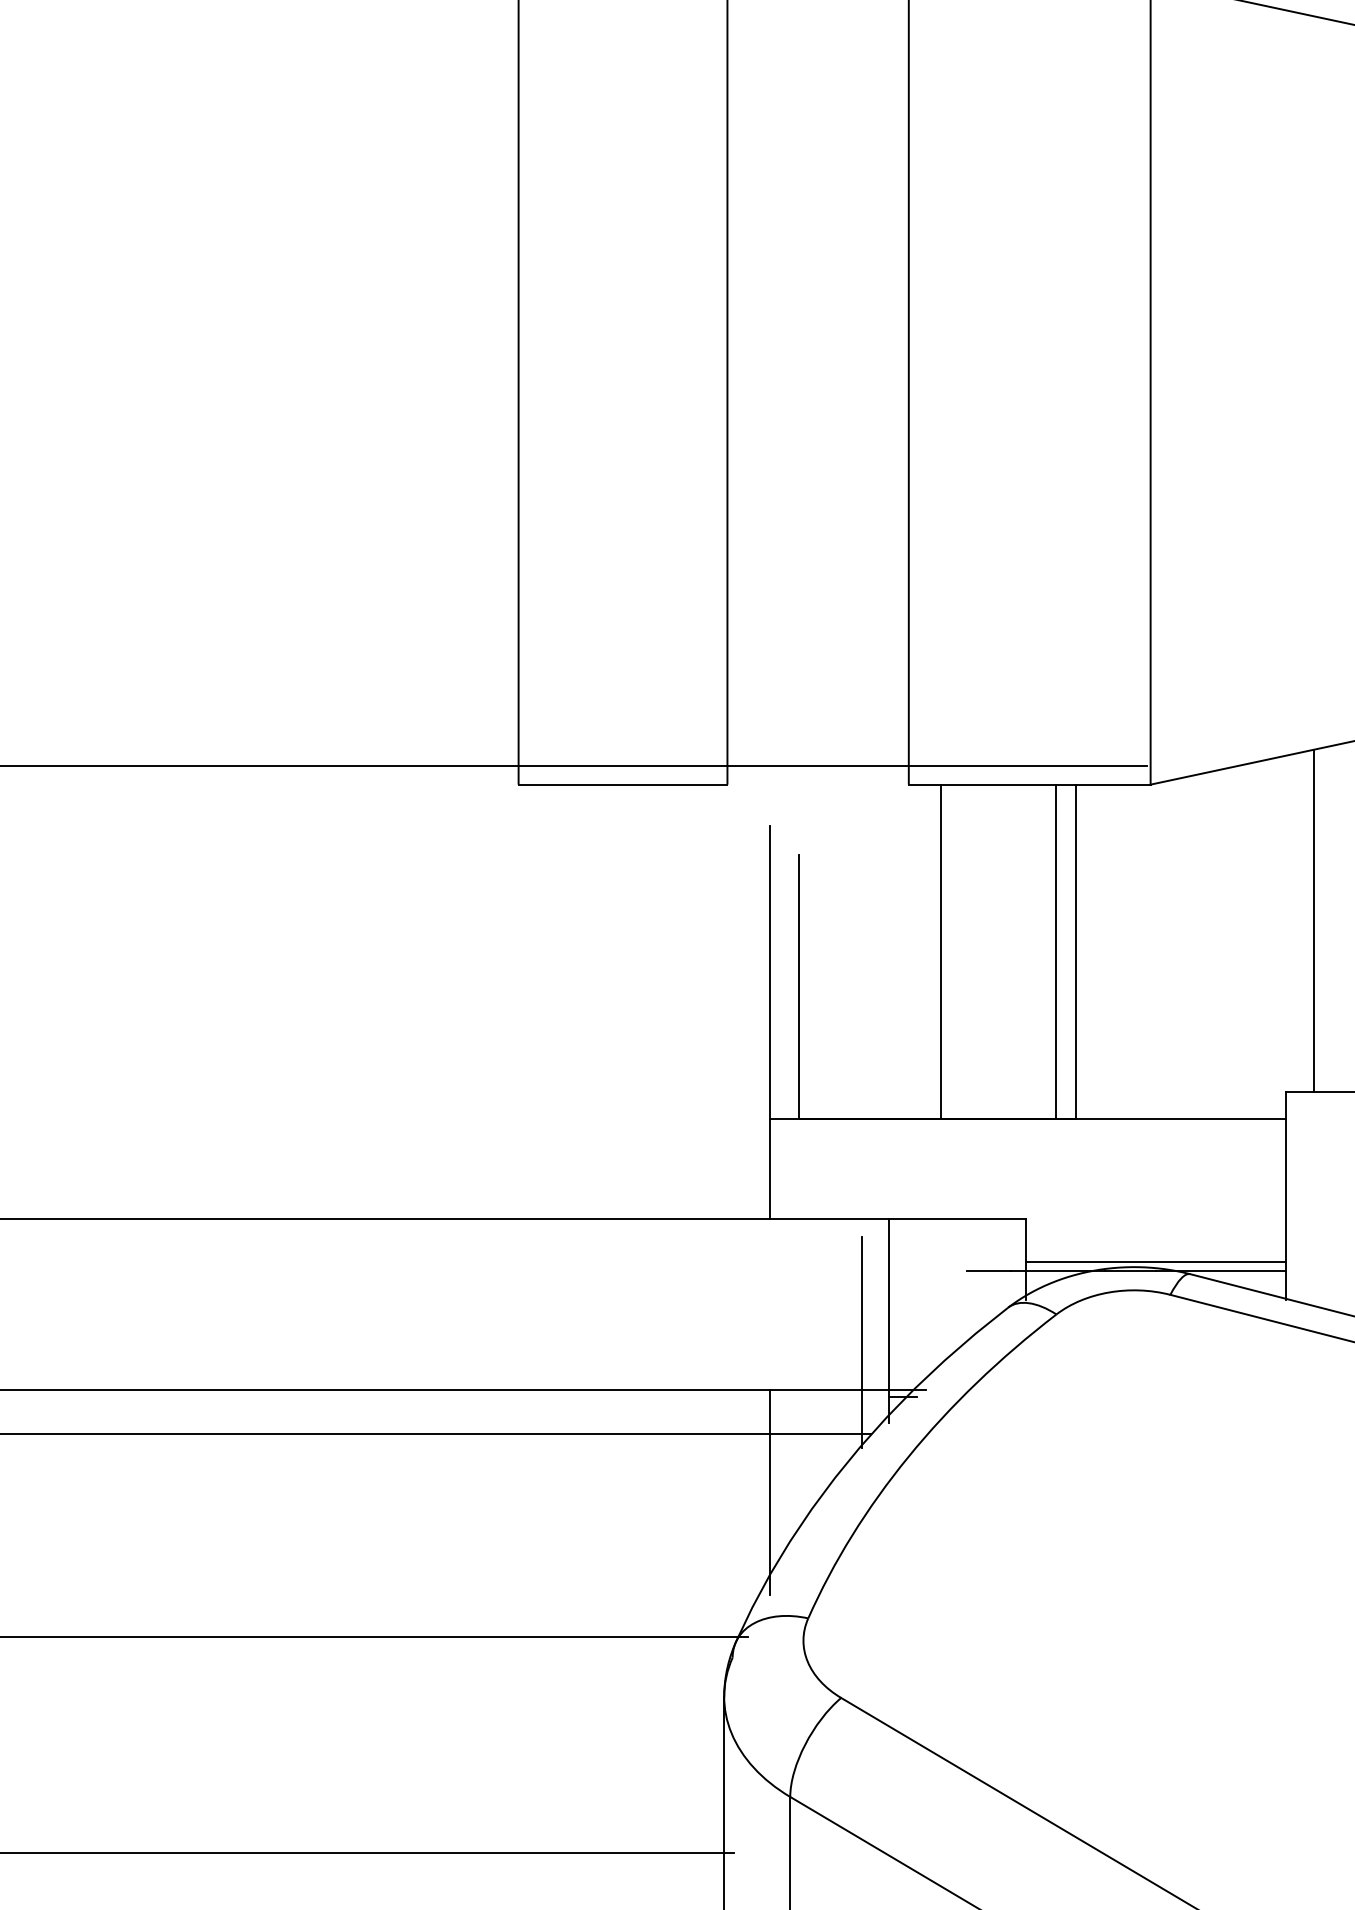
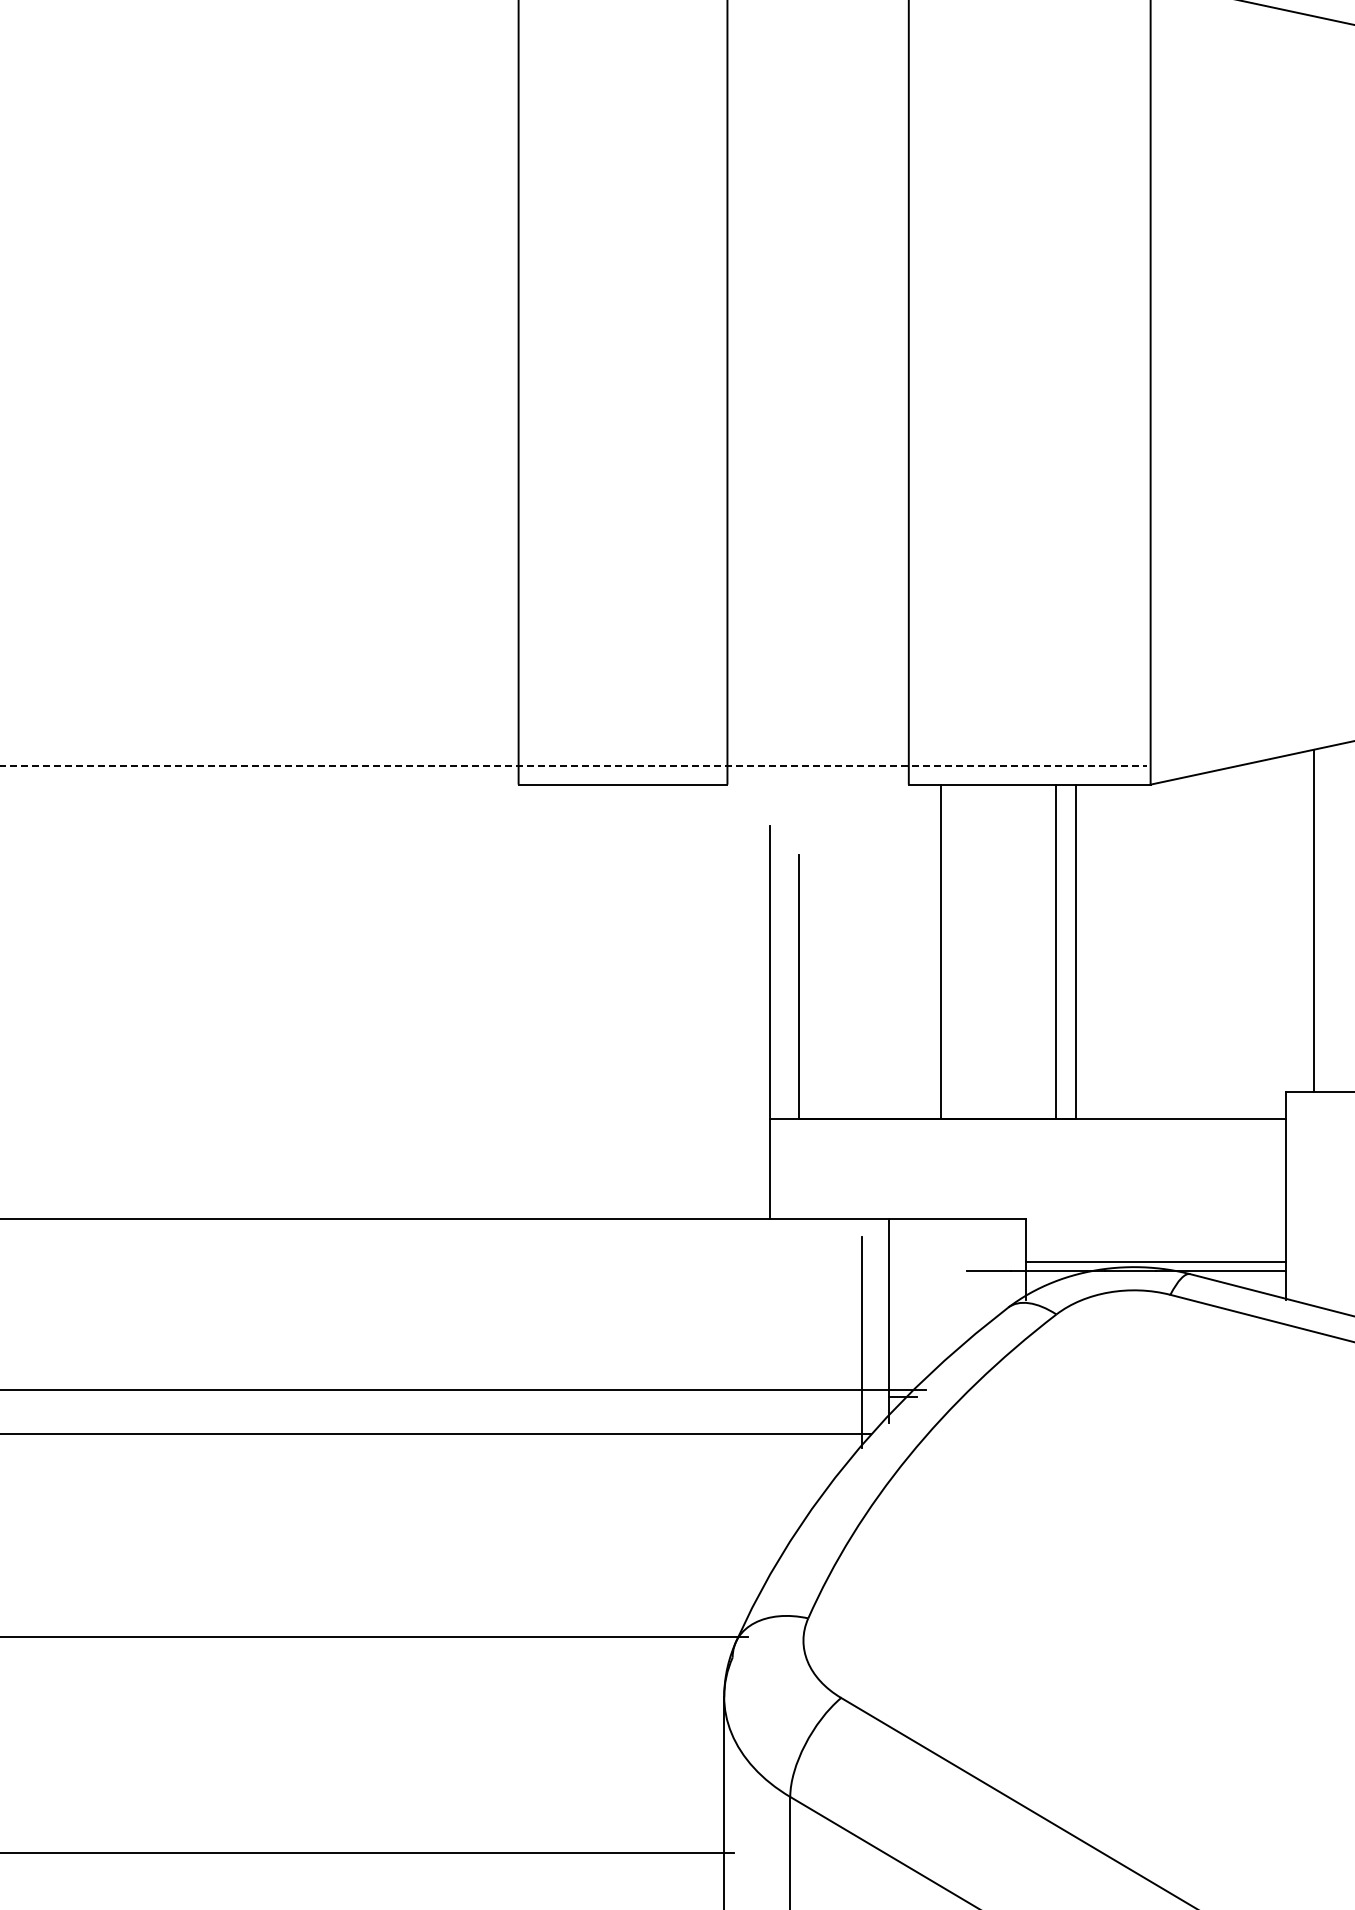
line at (574, 766): solid -> dashed
line at (769, 1492): present -> none
